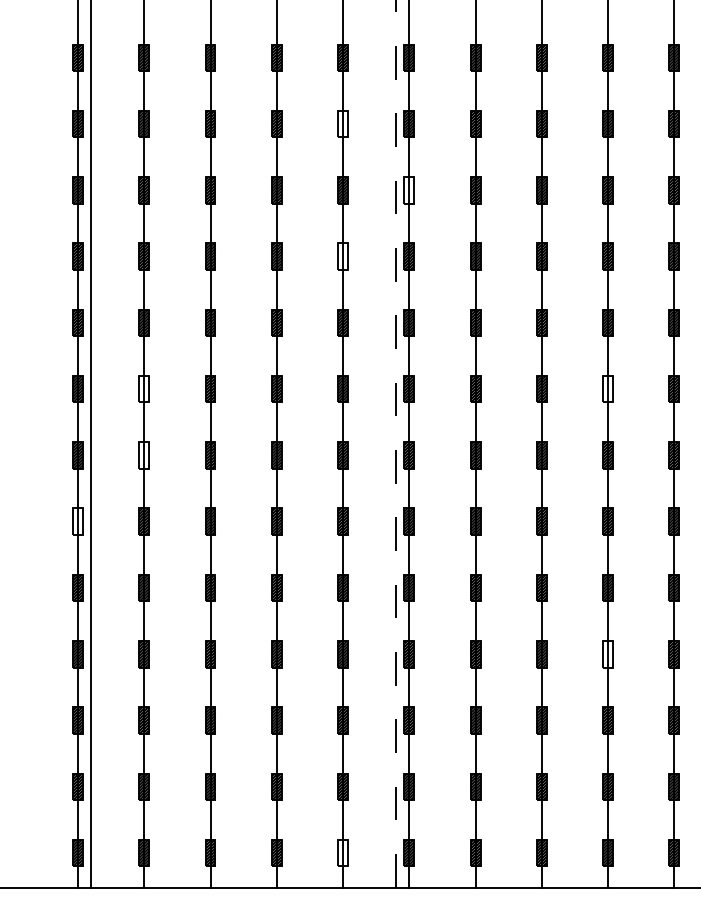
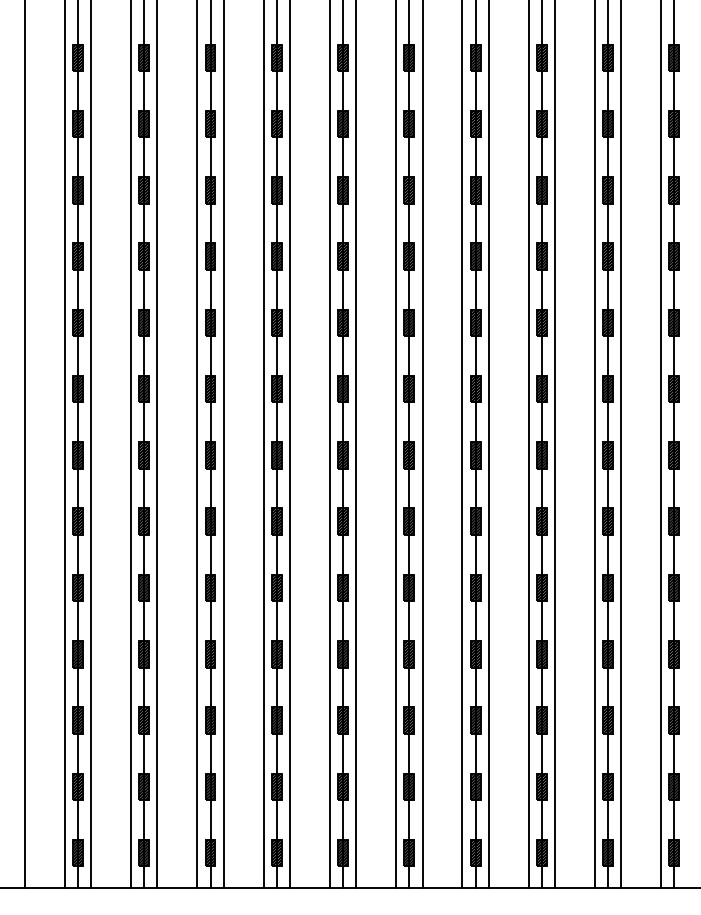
hatch at (343, 123): none -> present
hatch at (409, 190): none -> present
hatch at (343, 256): none -> present
hatch at (144, 388): none -> present
hatch at (608, 388): none -> present
line at (396, 443): dashed -> solid
line at (24, 444): none -> present
line at (64, 444): none -> present
line at (130, 444): none -> present
line at (157, 444): none -> present
line at (197, 444): none -> present
line at (223, 444): none -> present
line at (263, 444): none -> present
line at (290, 444): none -> present
line at (329, 444): none -> present
line at (356, 444): none -> present
line at (422, 444): none -> present
line at (462, 444): none -> present
line at (488, 444): none -> present
line at (528, 444): none -> present
line at (555, 444): none -> present
line at (594, 444): none -> present
line at (621, 444): none -> present
line at (661, 444): none -> present
hatch at (144, 455): none -> present
hatch at (77, 521): none -> present
hatch at (608, 654): none -> present
hatch at (343, 852): none -> present
